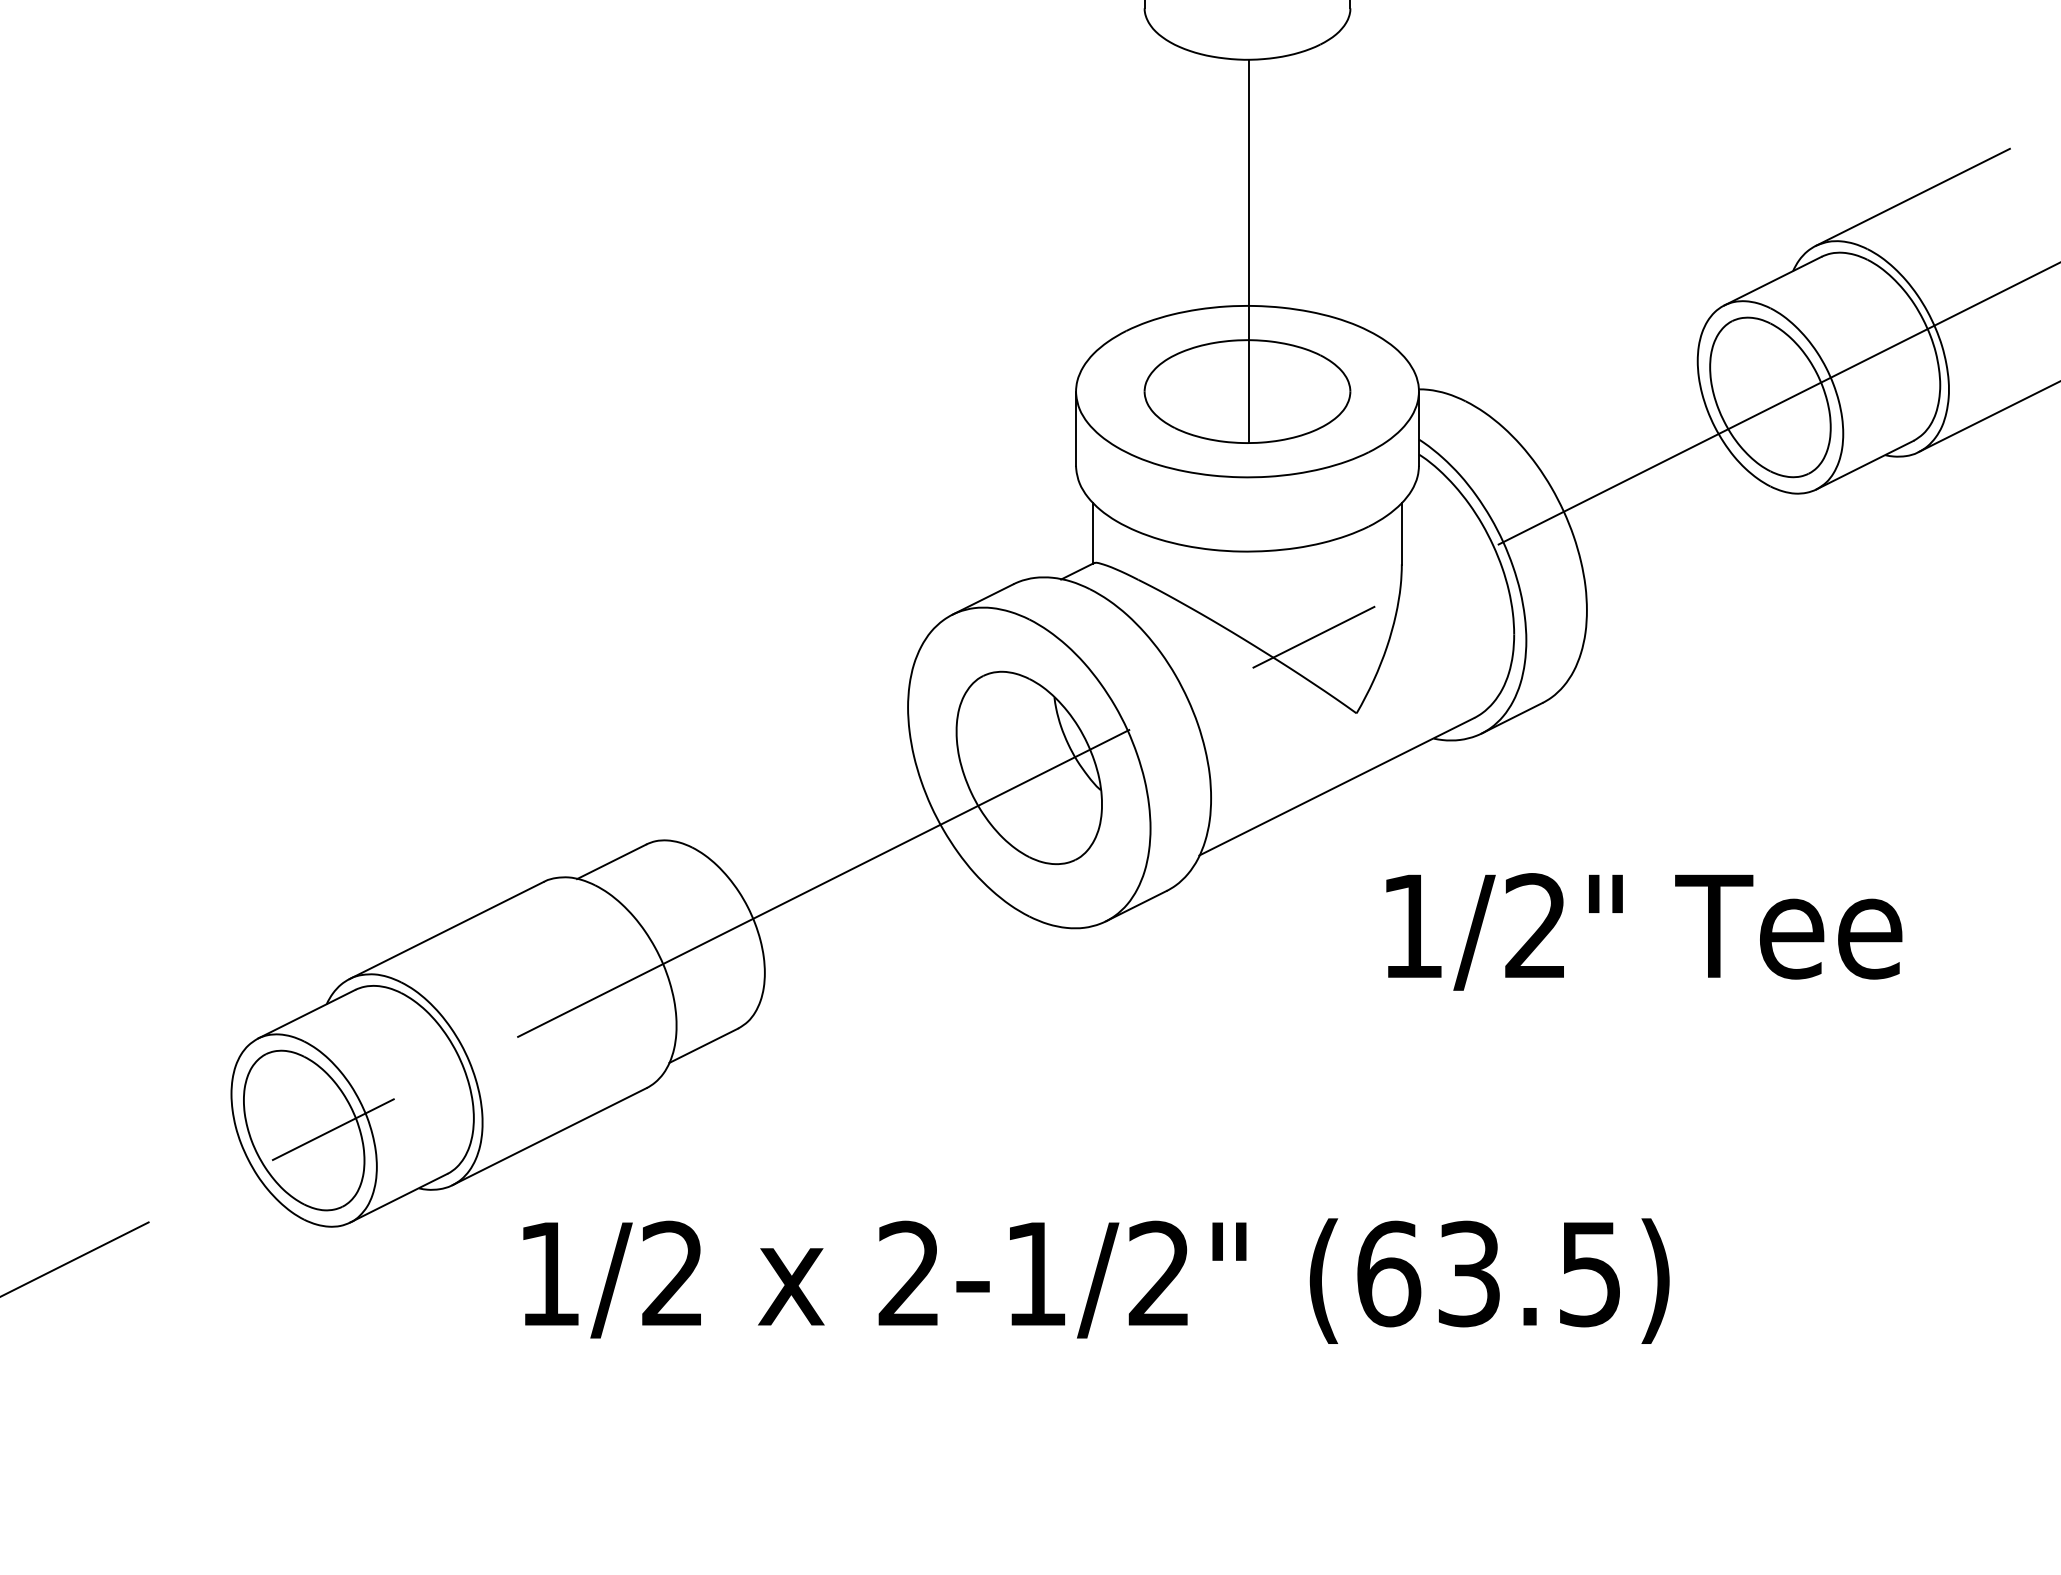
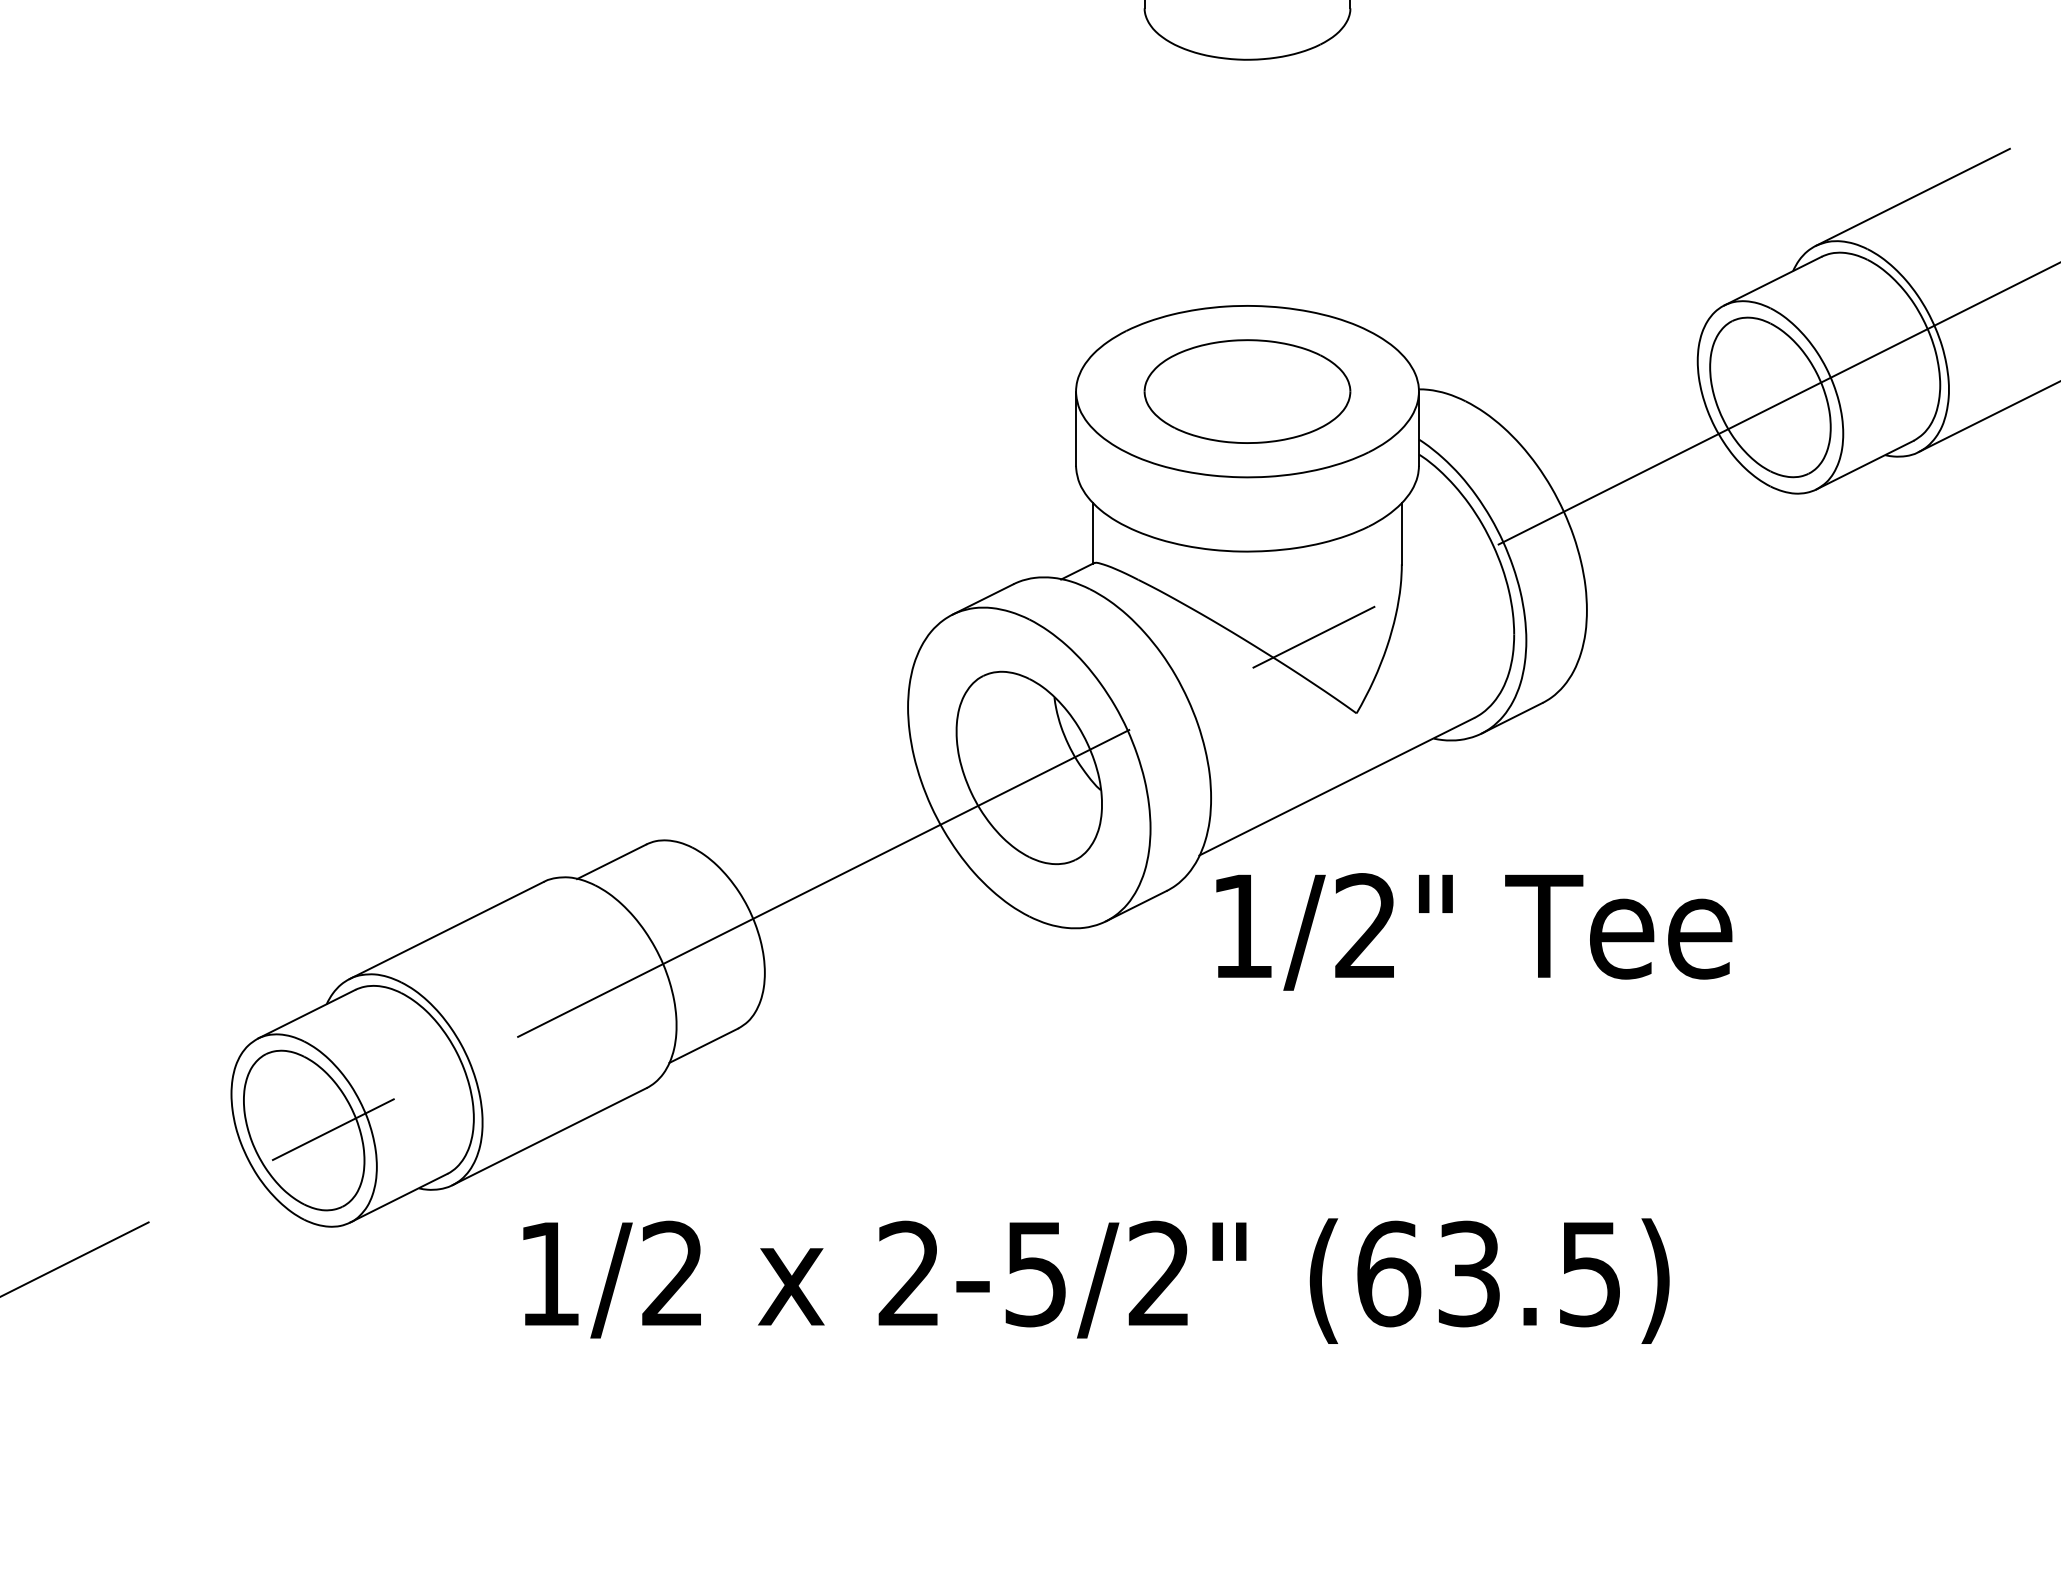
line at (1248, 251): present -> none
text at (1644, 931) position: (1644, 931) -> (1474, 931)
text at (1035, 1274): 2-1/2" -> 2-5/2"
